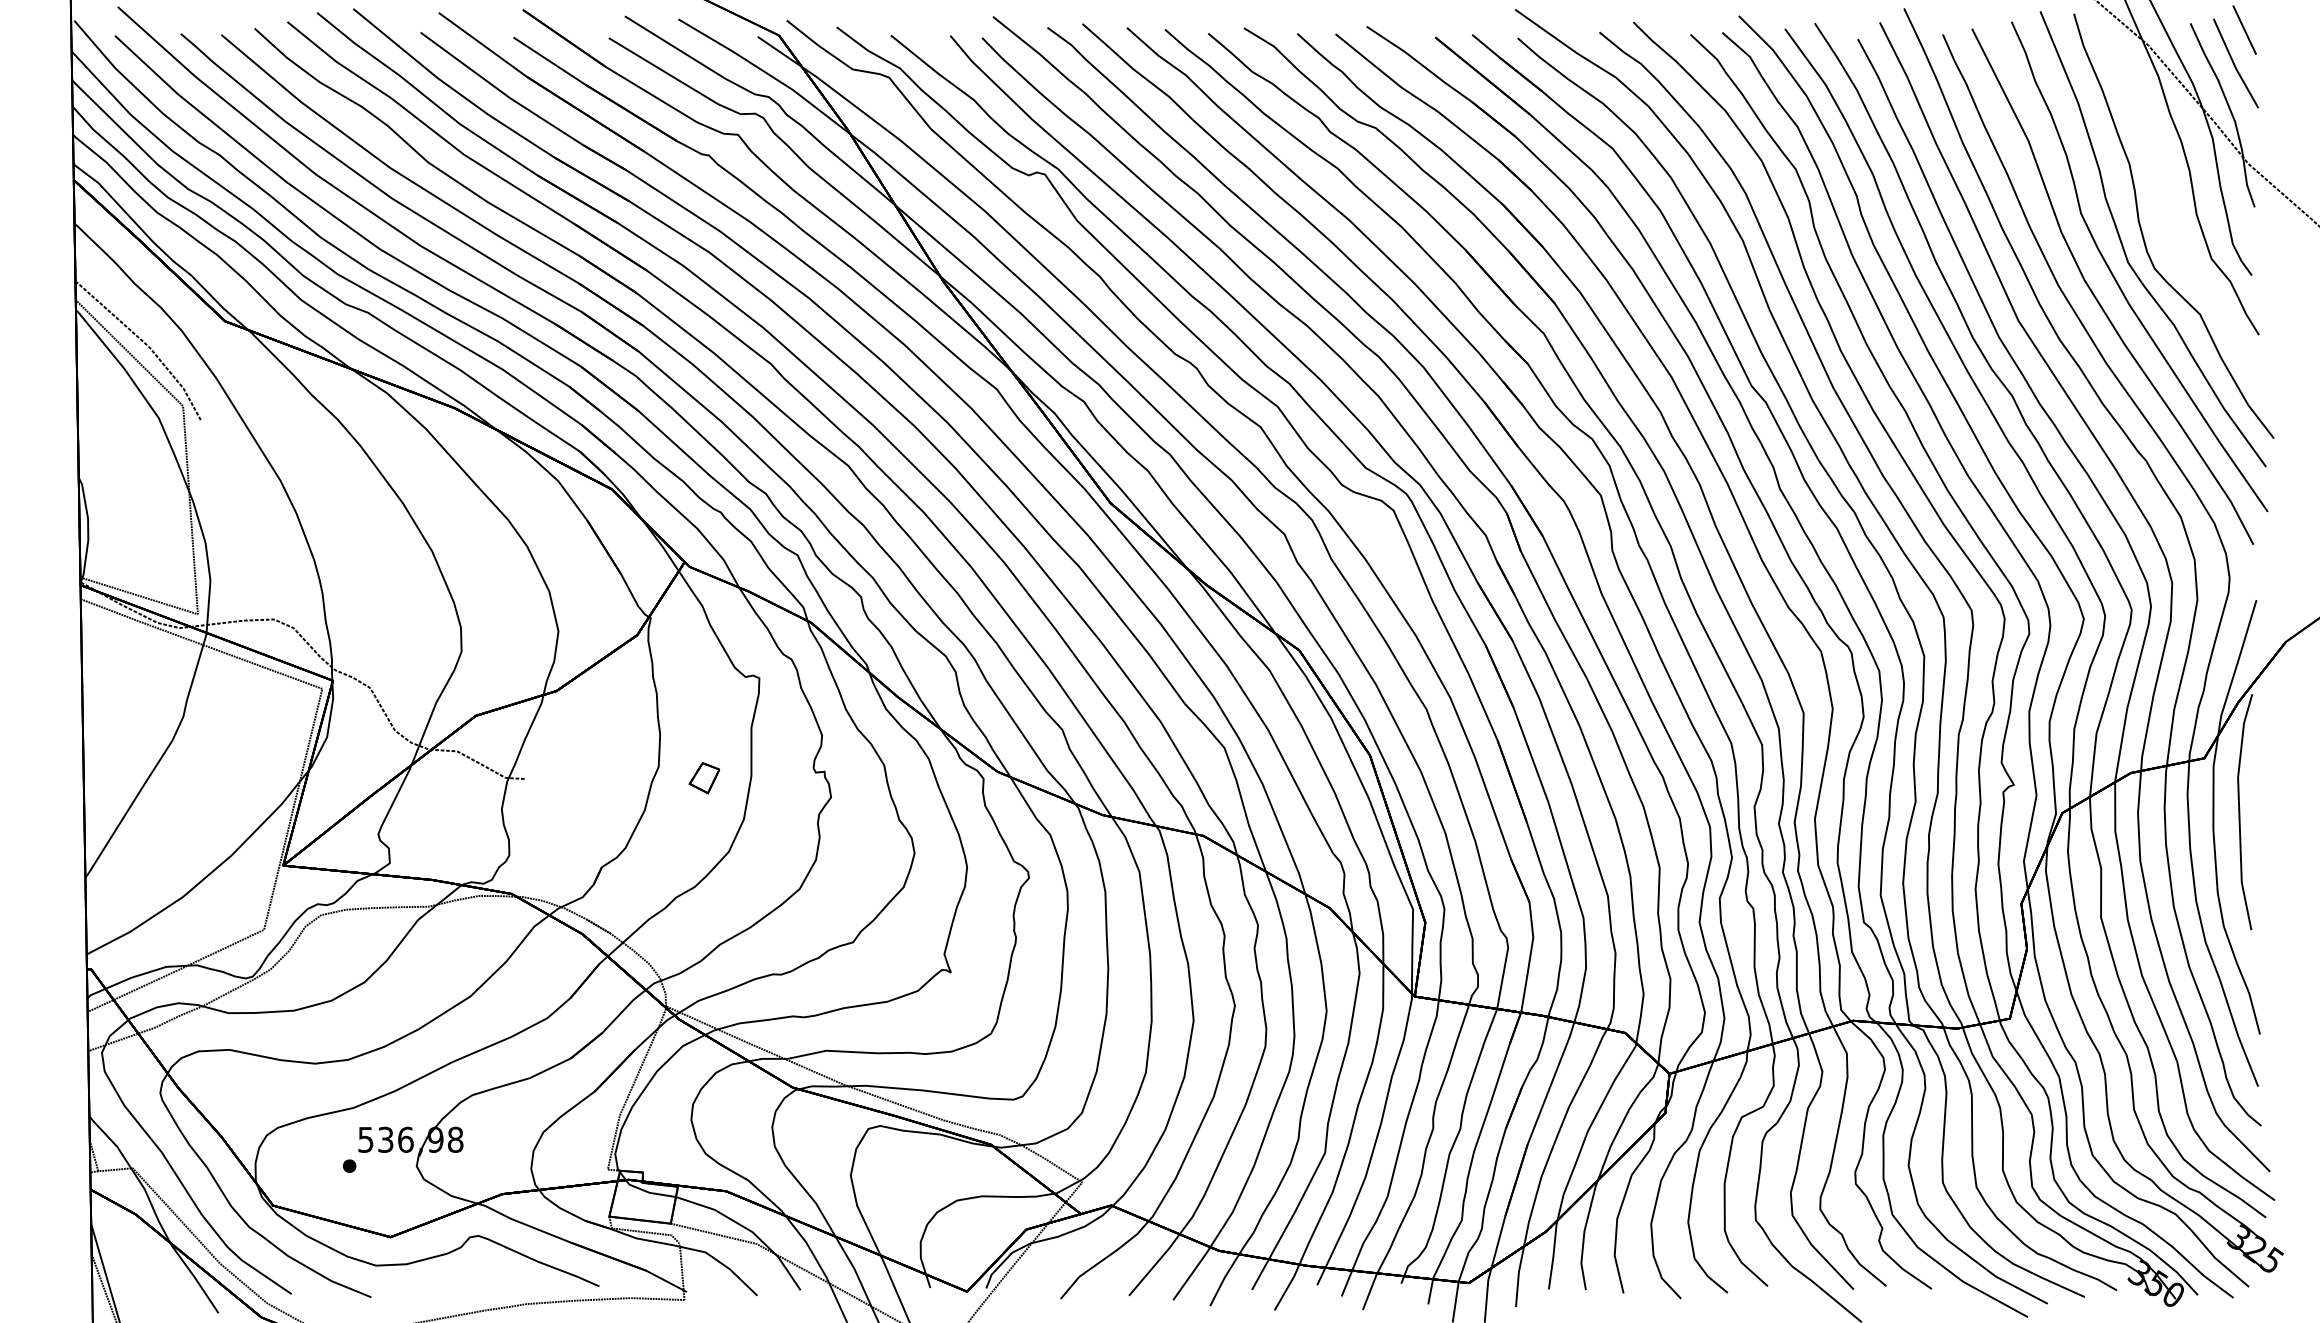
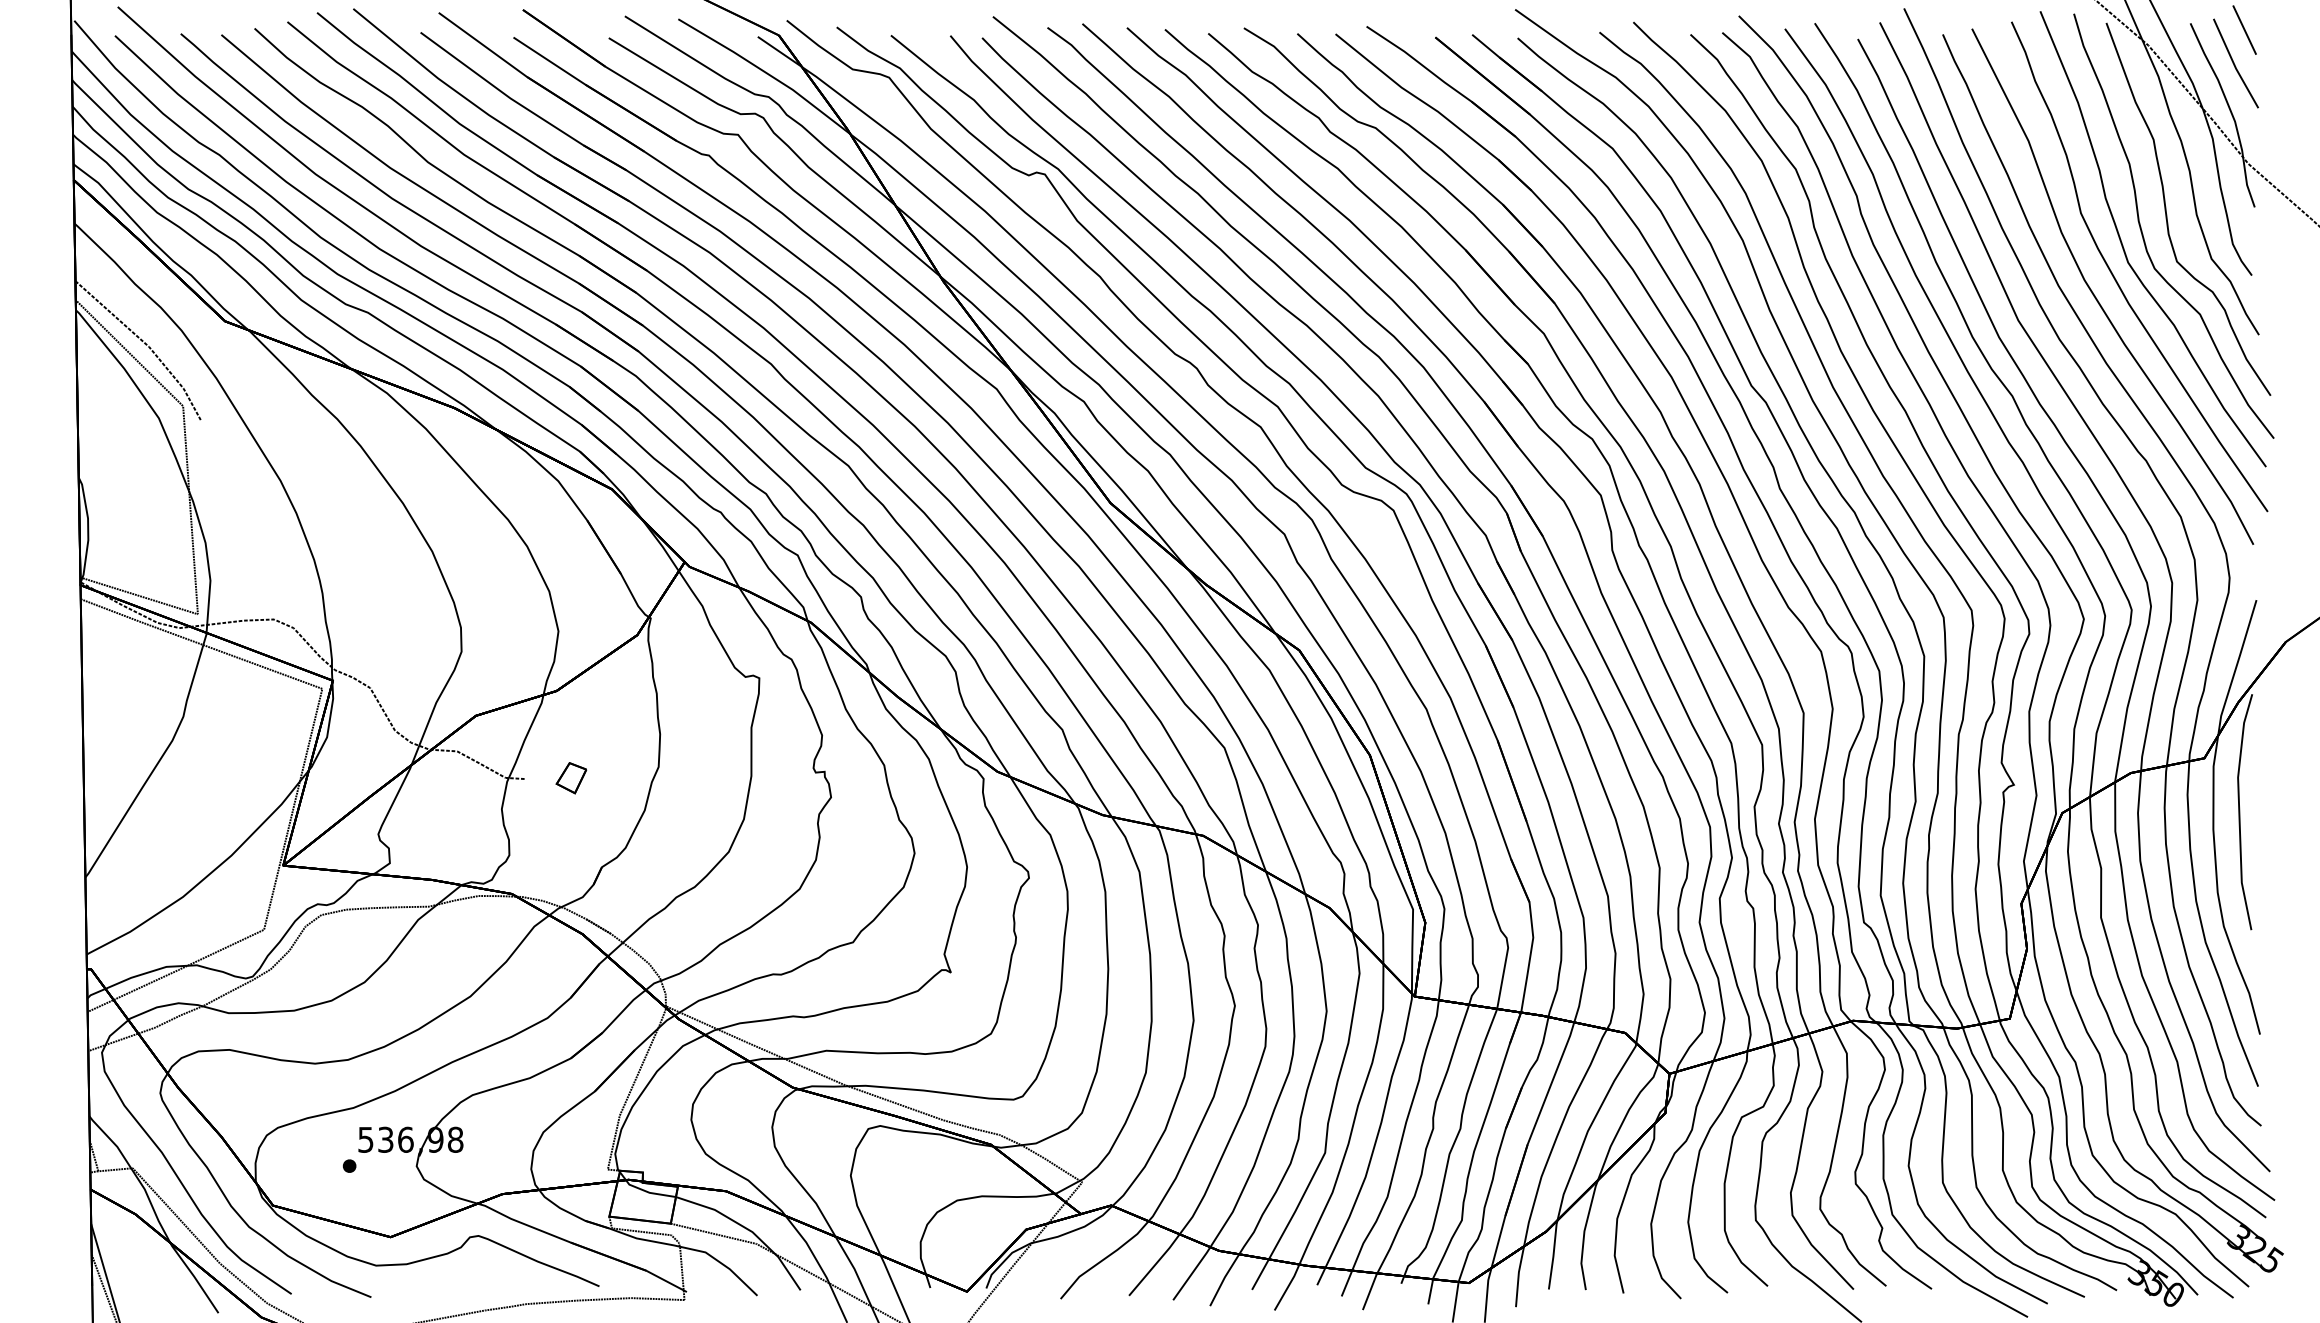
part at (2167, 214): none -> present
part at (704, 778) position: (704, 778) -> (571, 778)
